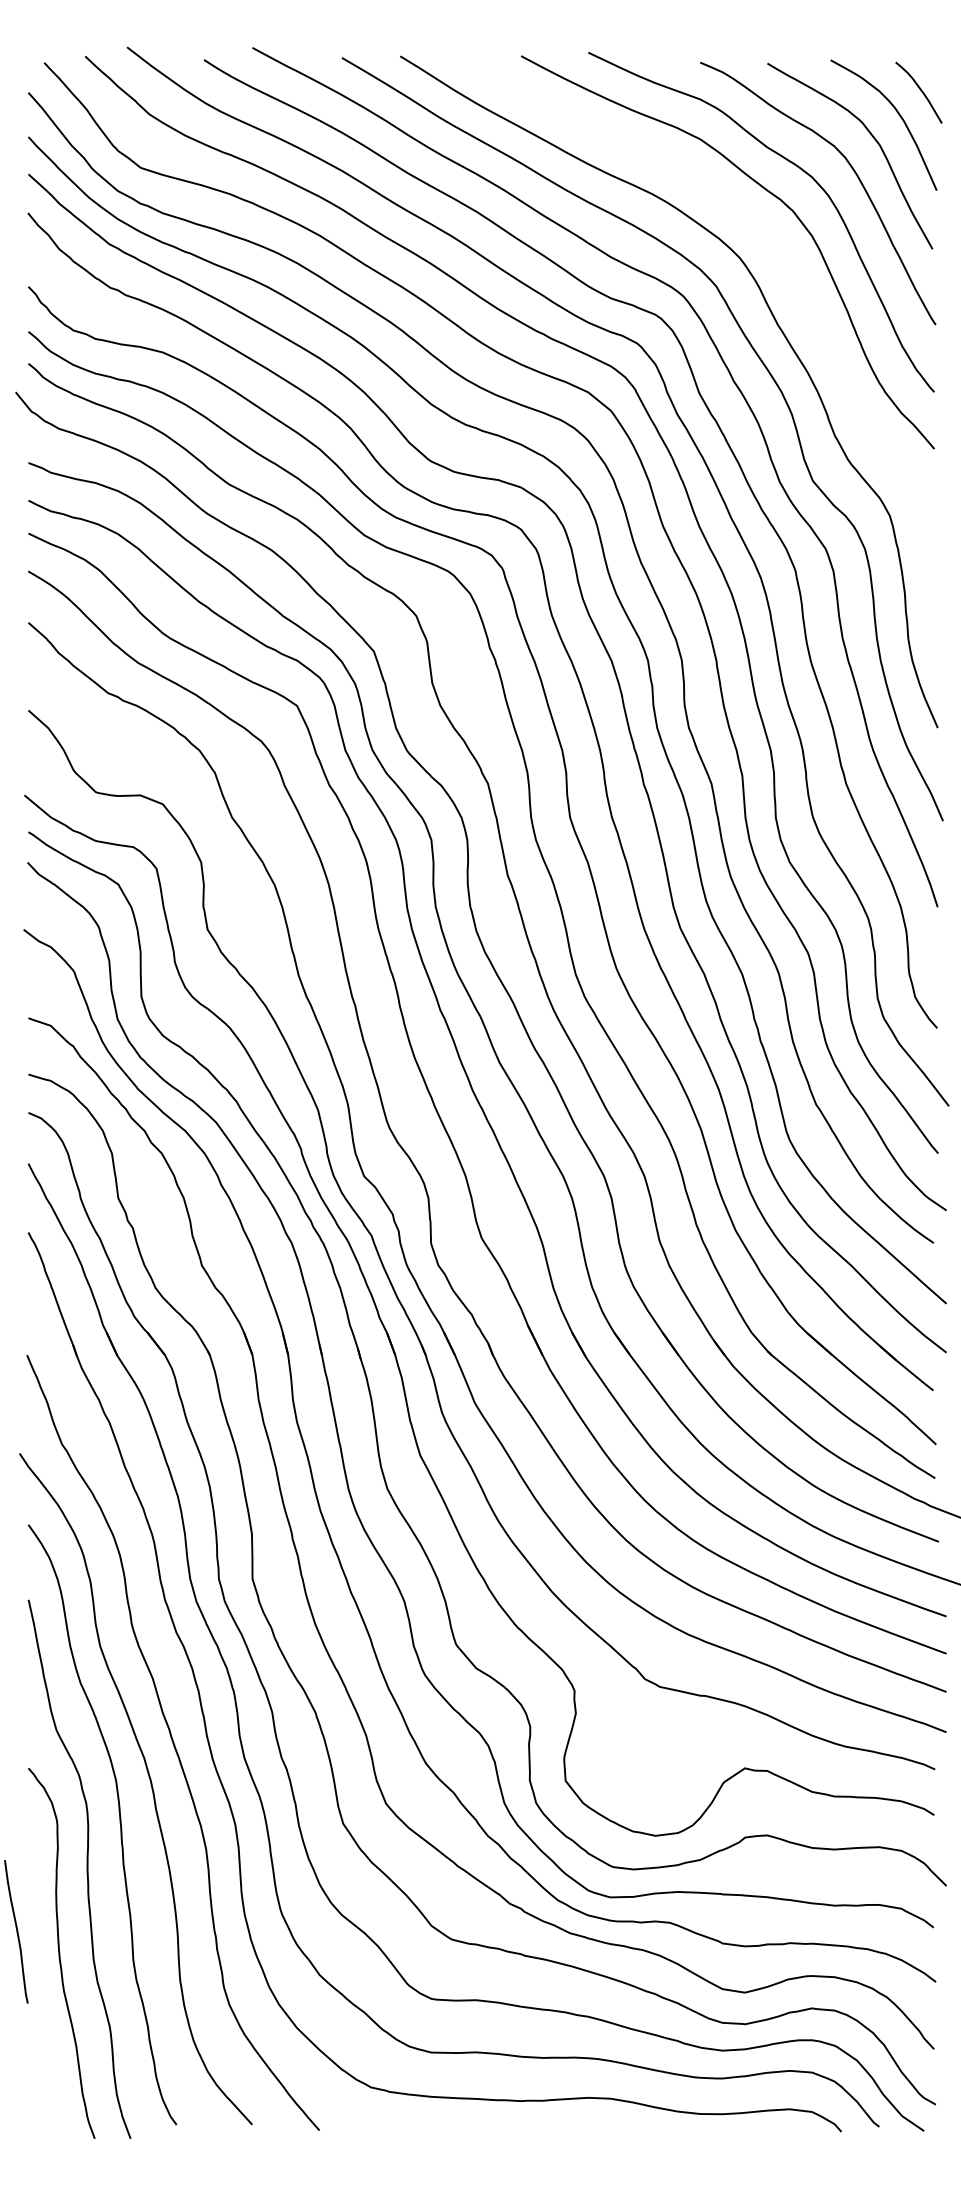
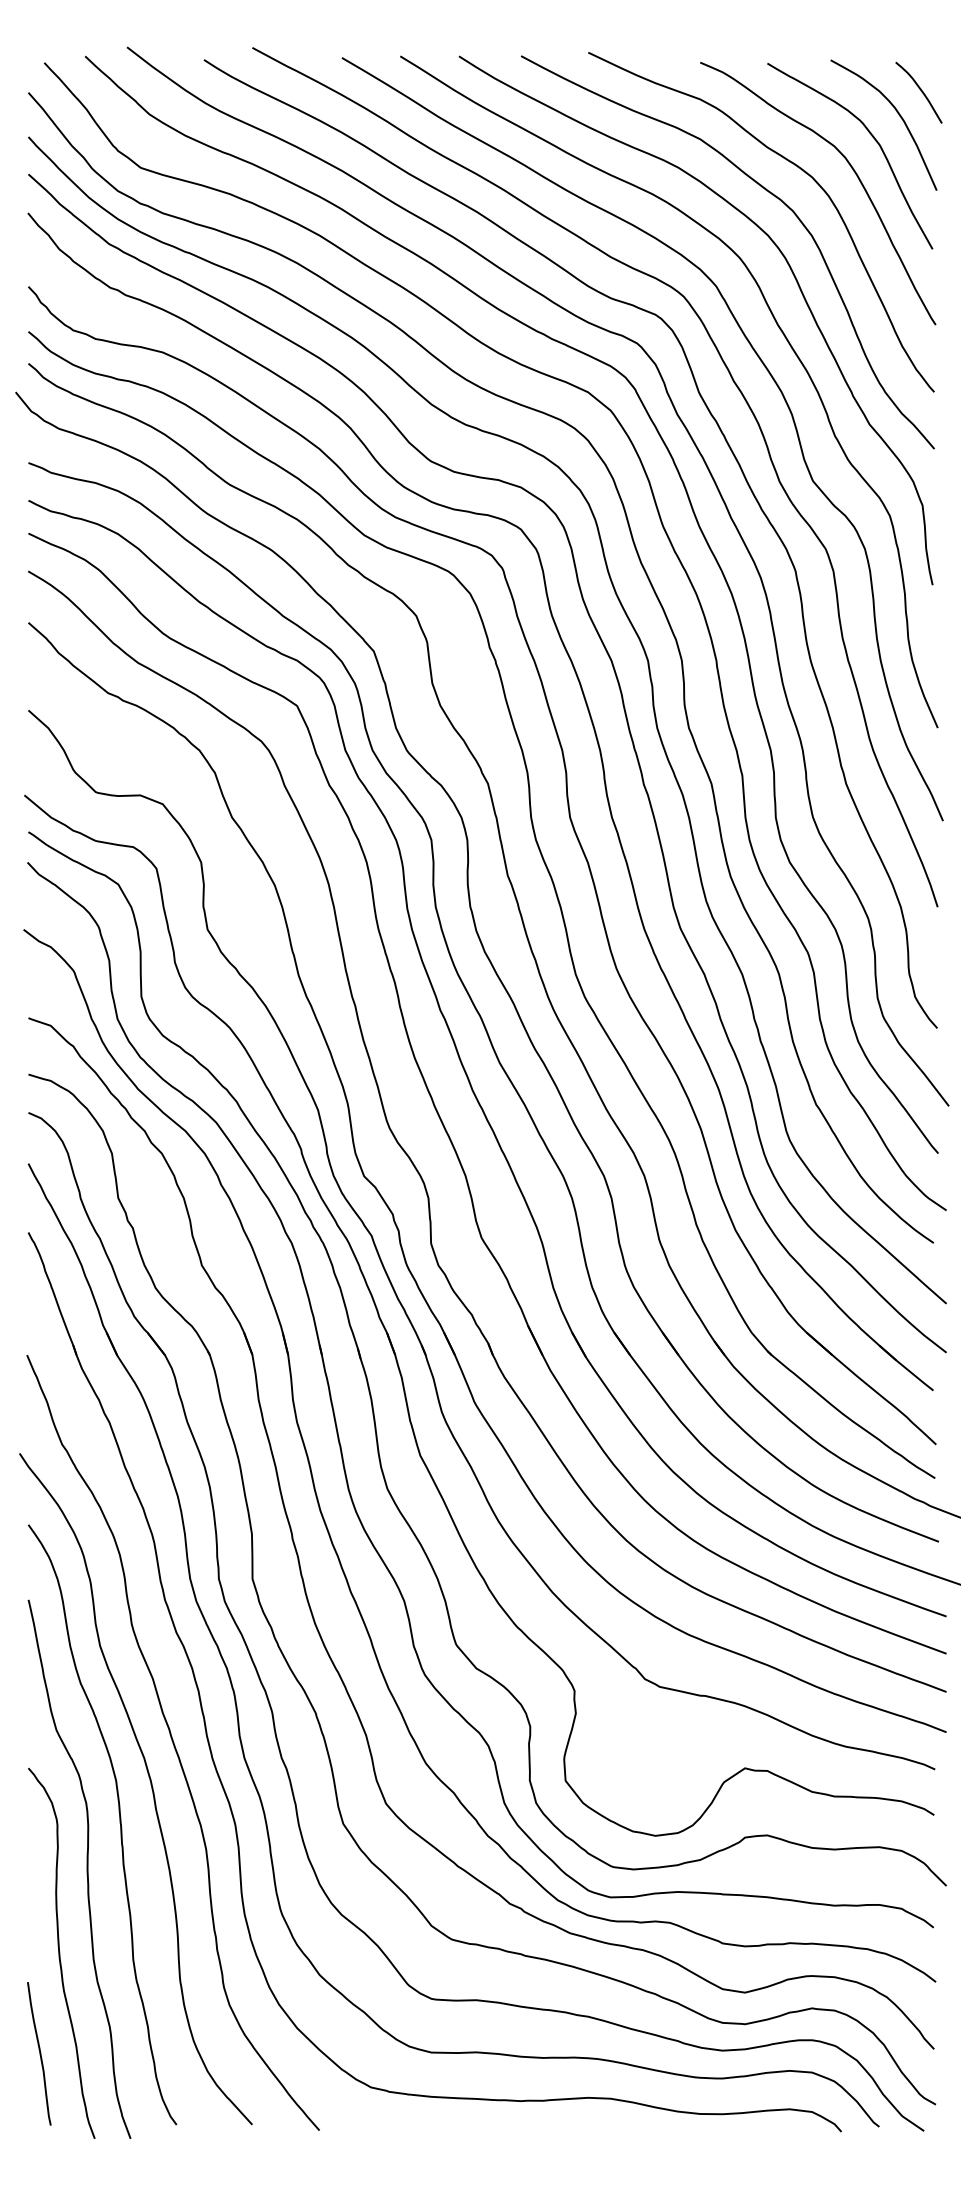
curve at (791, 272): none -> present
curve at (16, 1931) position: (16, 1931) -> (39, 2053)
